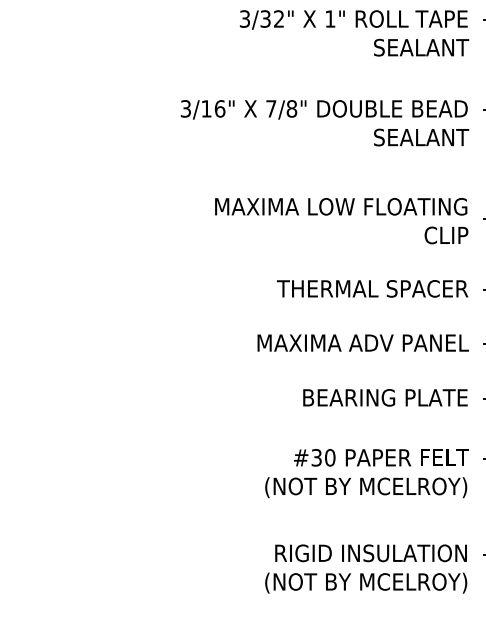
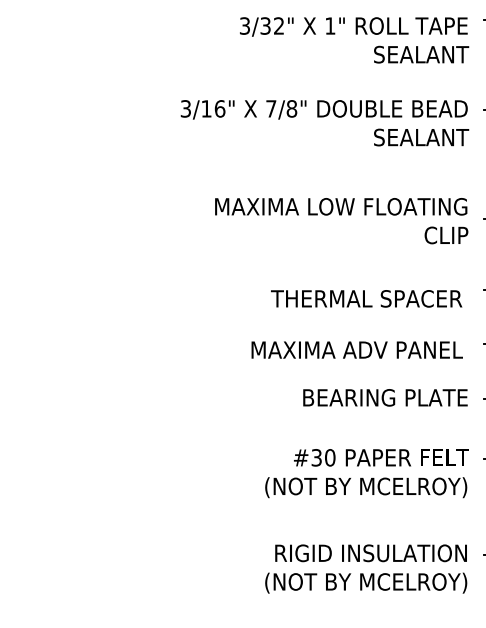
text at (354, 33) position: (354, 33) -> (354, 40)
text at (372, 288) position: (372, 288) -> (366, 298)
text at (362, 342) position: (362, 342) -> (356, 349)
